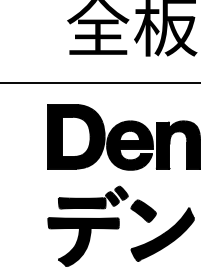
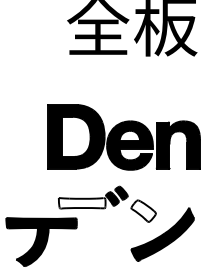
line at (99, 83): present -> none
fill at (81, 203): present -> none
fill at (143, 210): present -> none
part at (83, 241) position: (83, 241) -> (41, 241)
